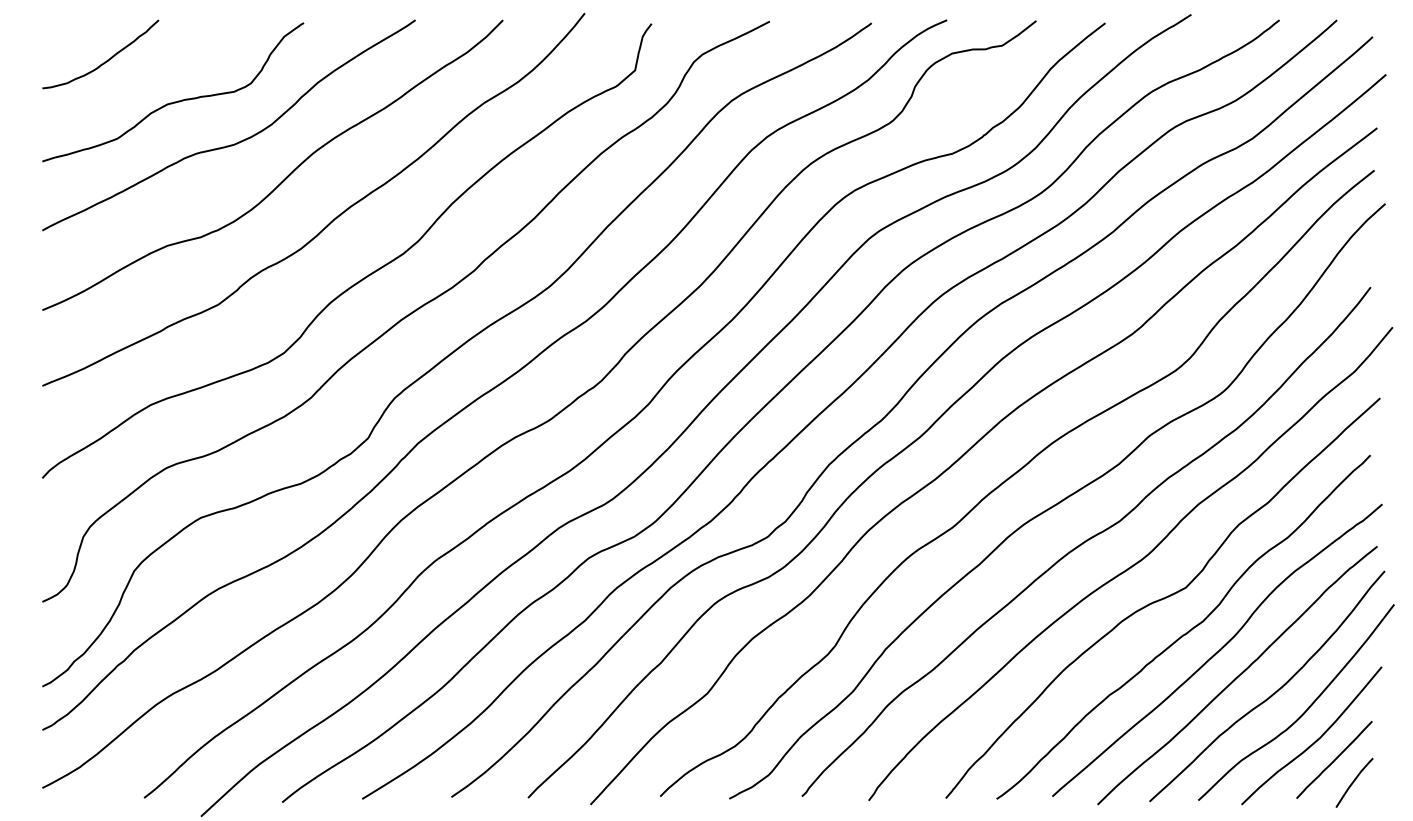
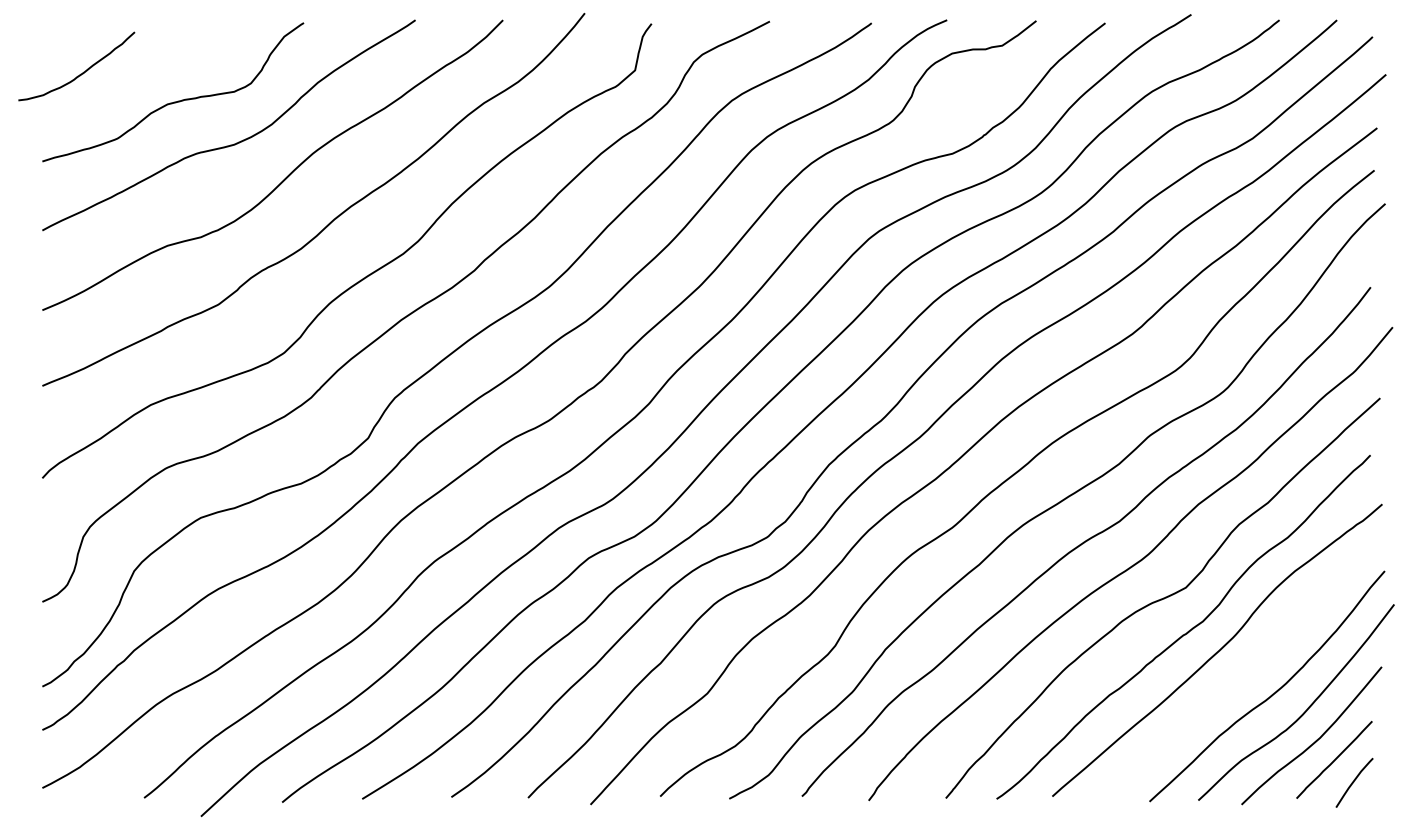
curve at (104, 61) position: (104, 61) -> (80, 73)
curve at (1237, 675): present -> none
